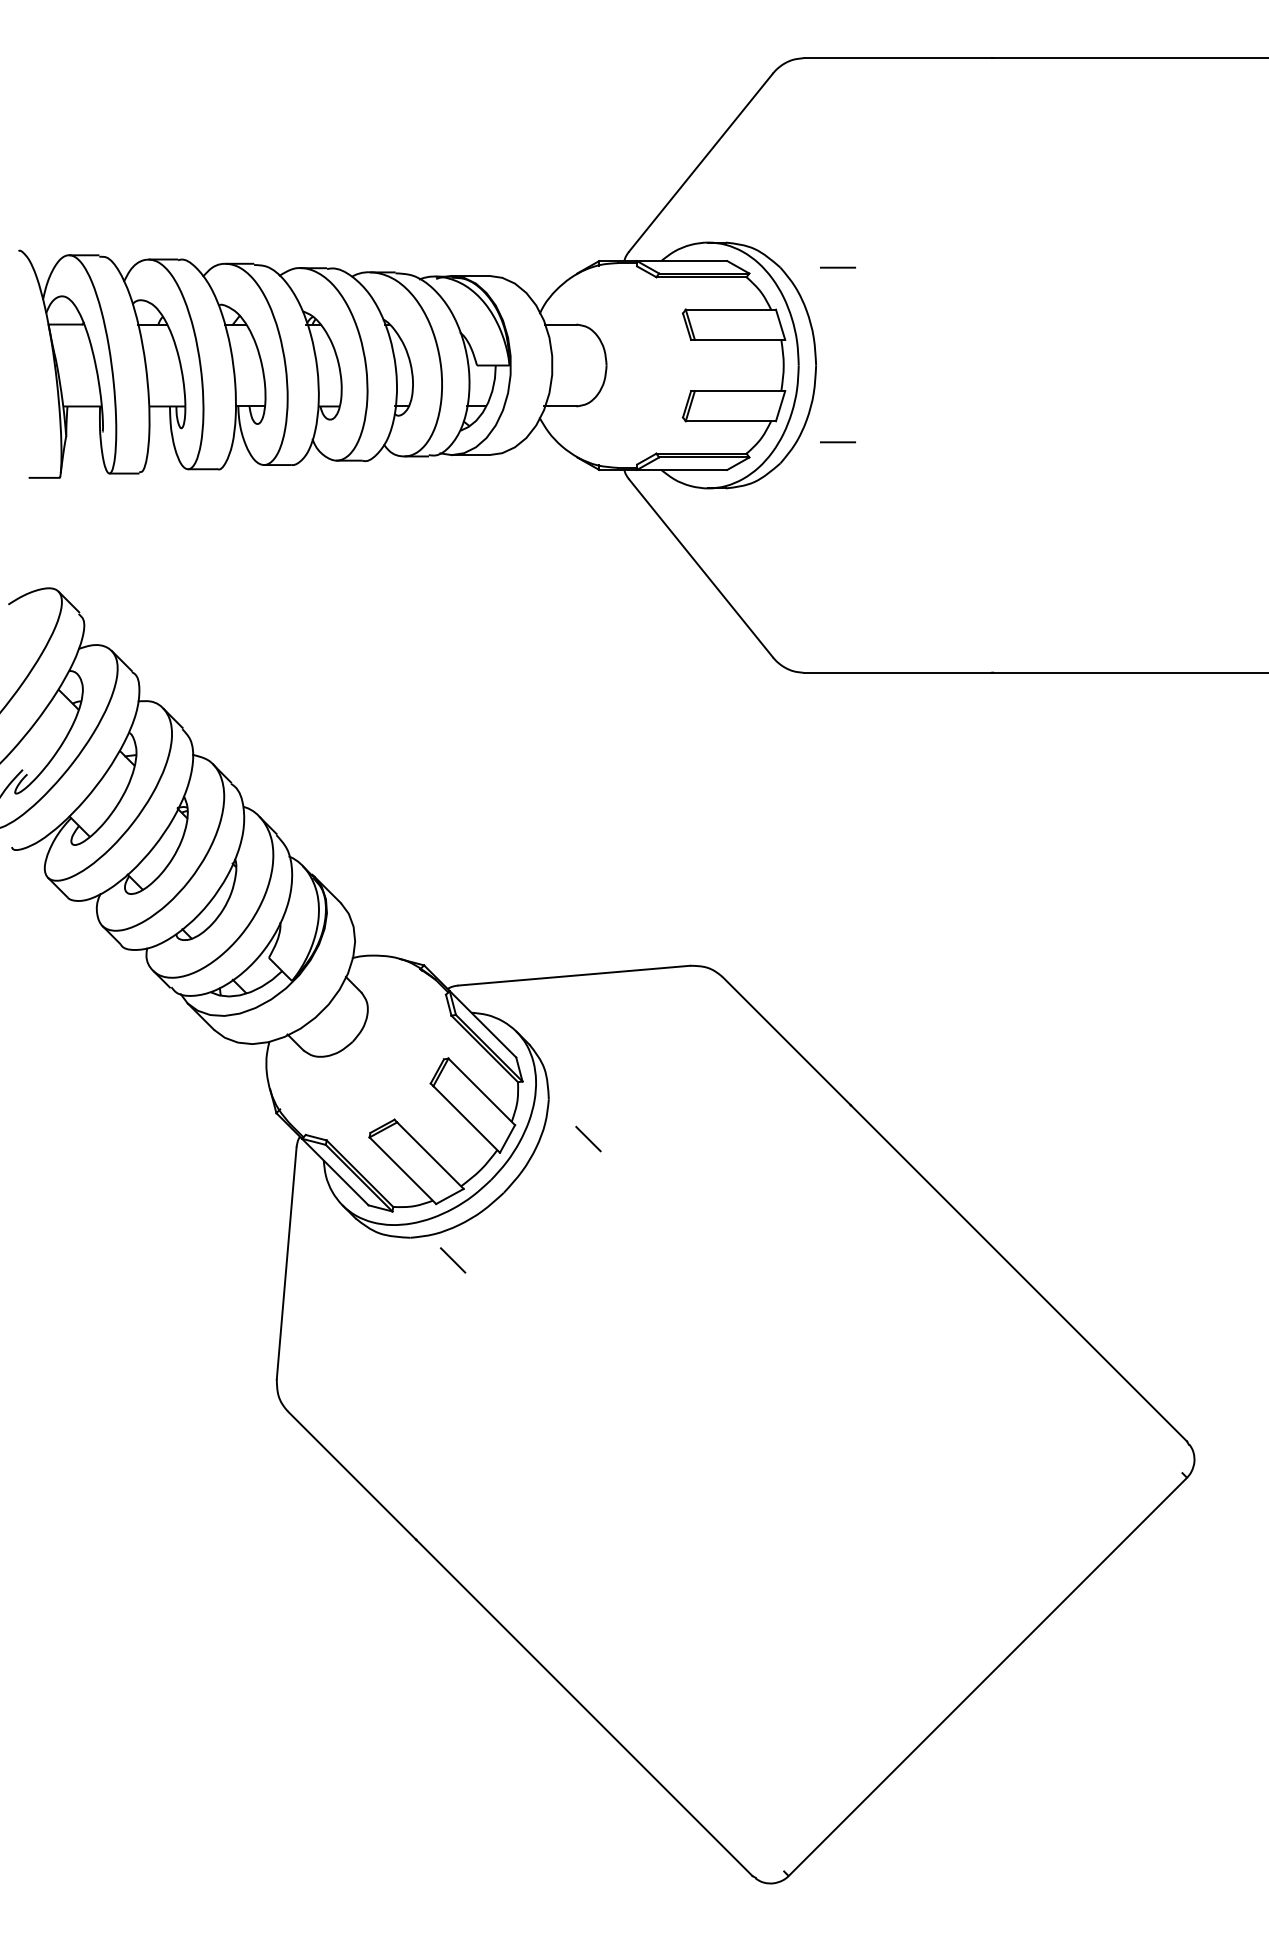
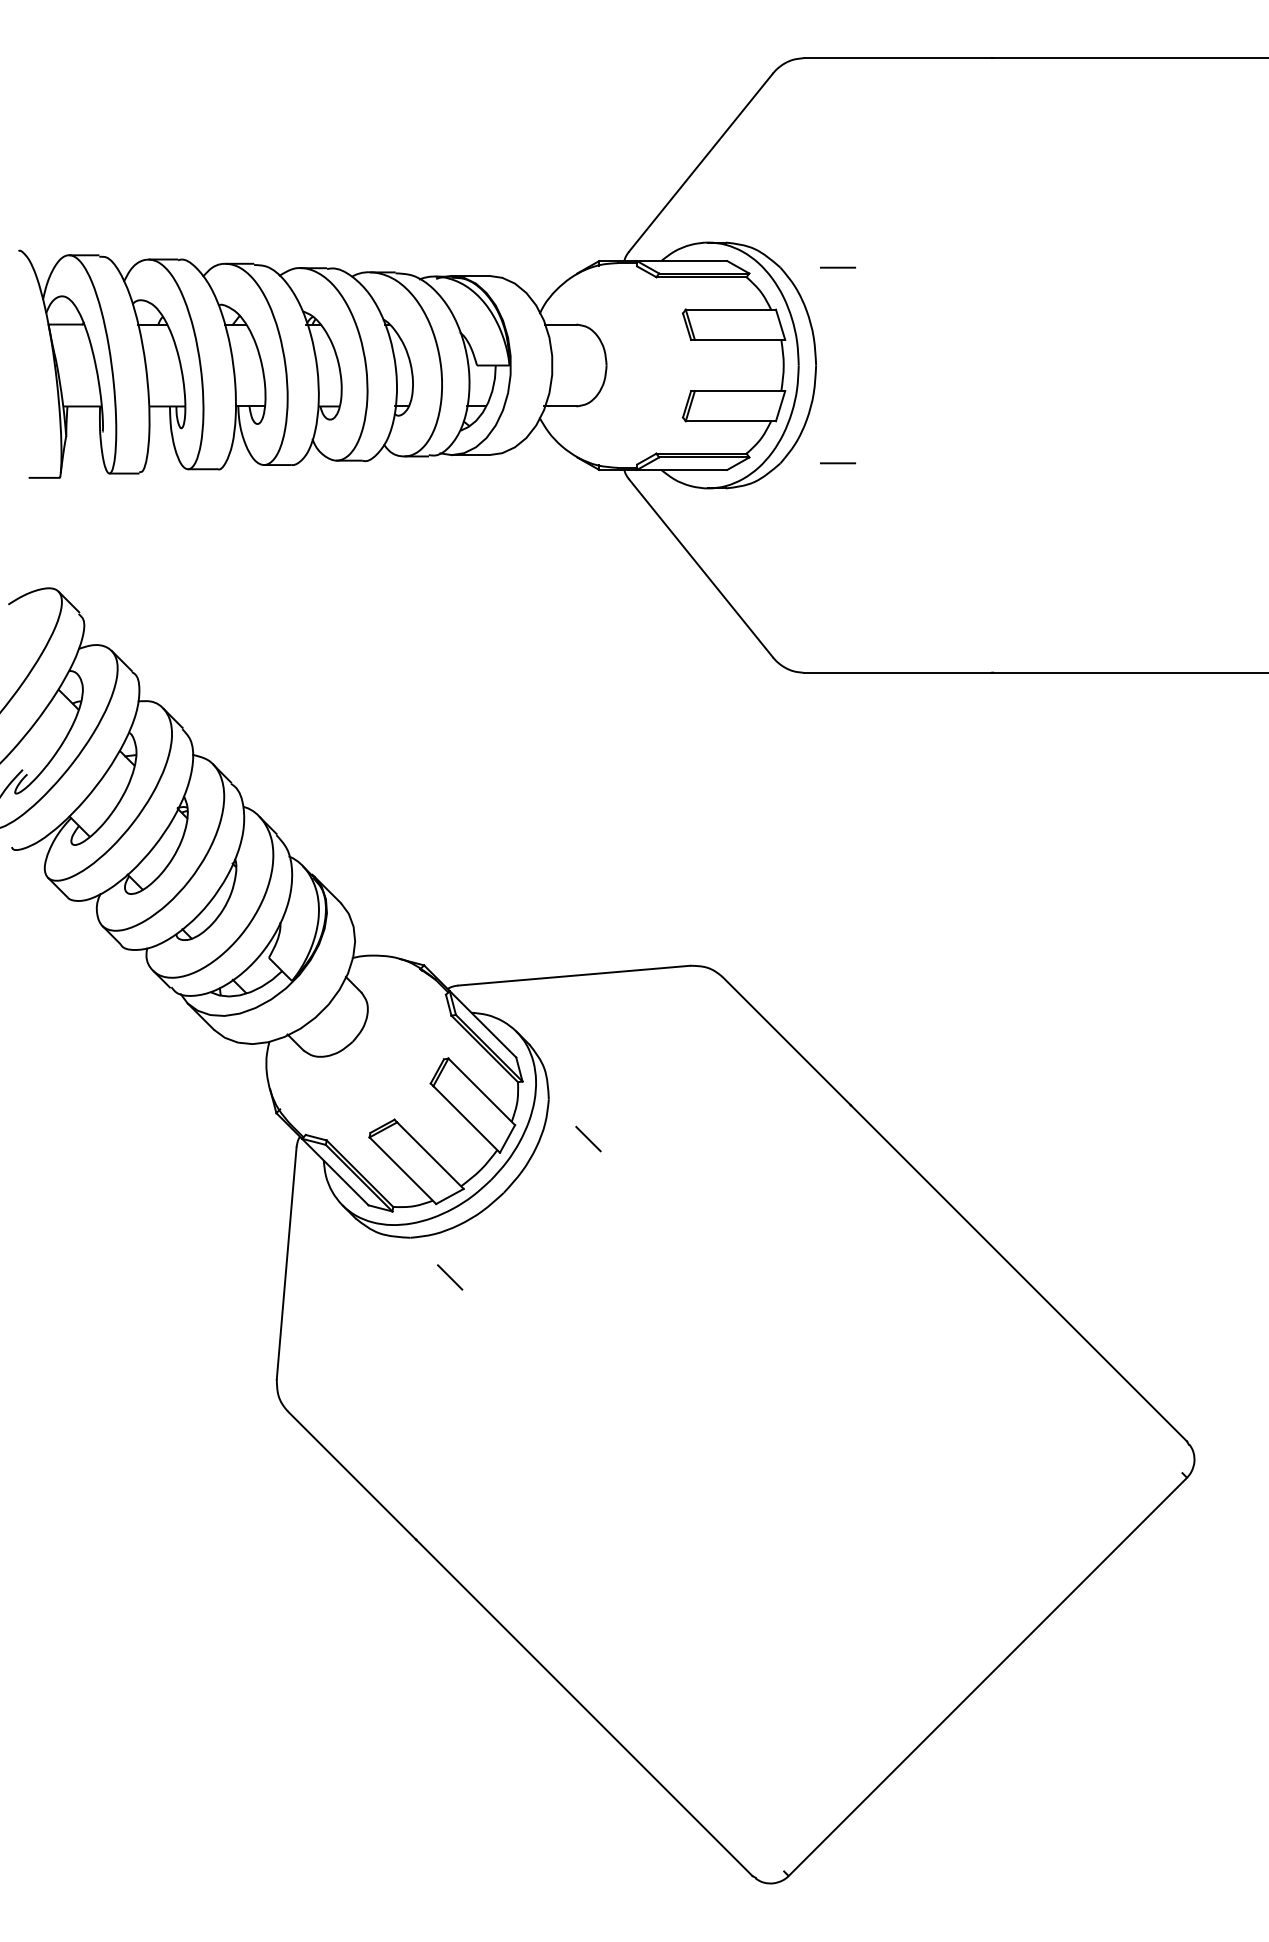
line at (837, 442) position: (837, 442) -> (837, 463)
line at (452, 1260) position: (452, 1260) -> (449, 1277)
